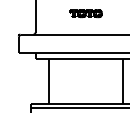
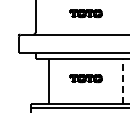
part at (85, 78): none -> present
line at (122, 81): solid -> dashed
